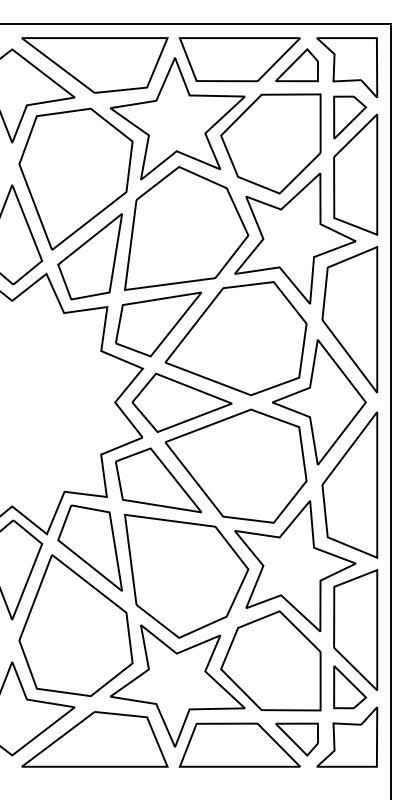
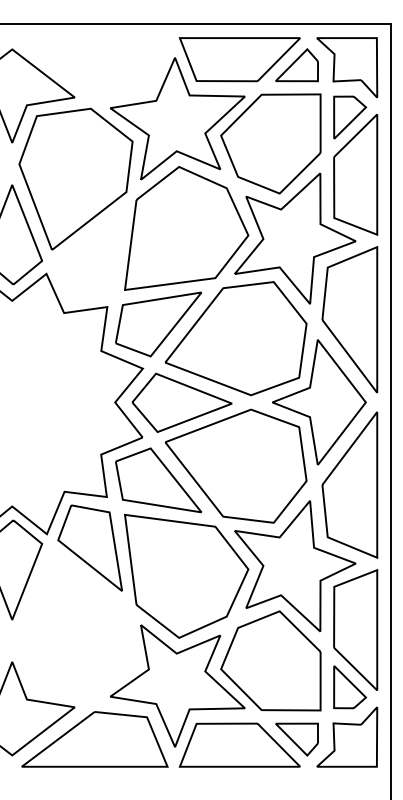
part at (94, 65): present -> none
part at (89, 256): present -> none
part at (75, 625): present -> none
